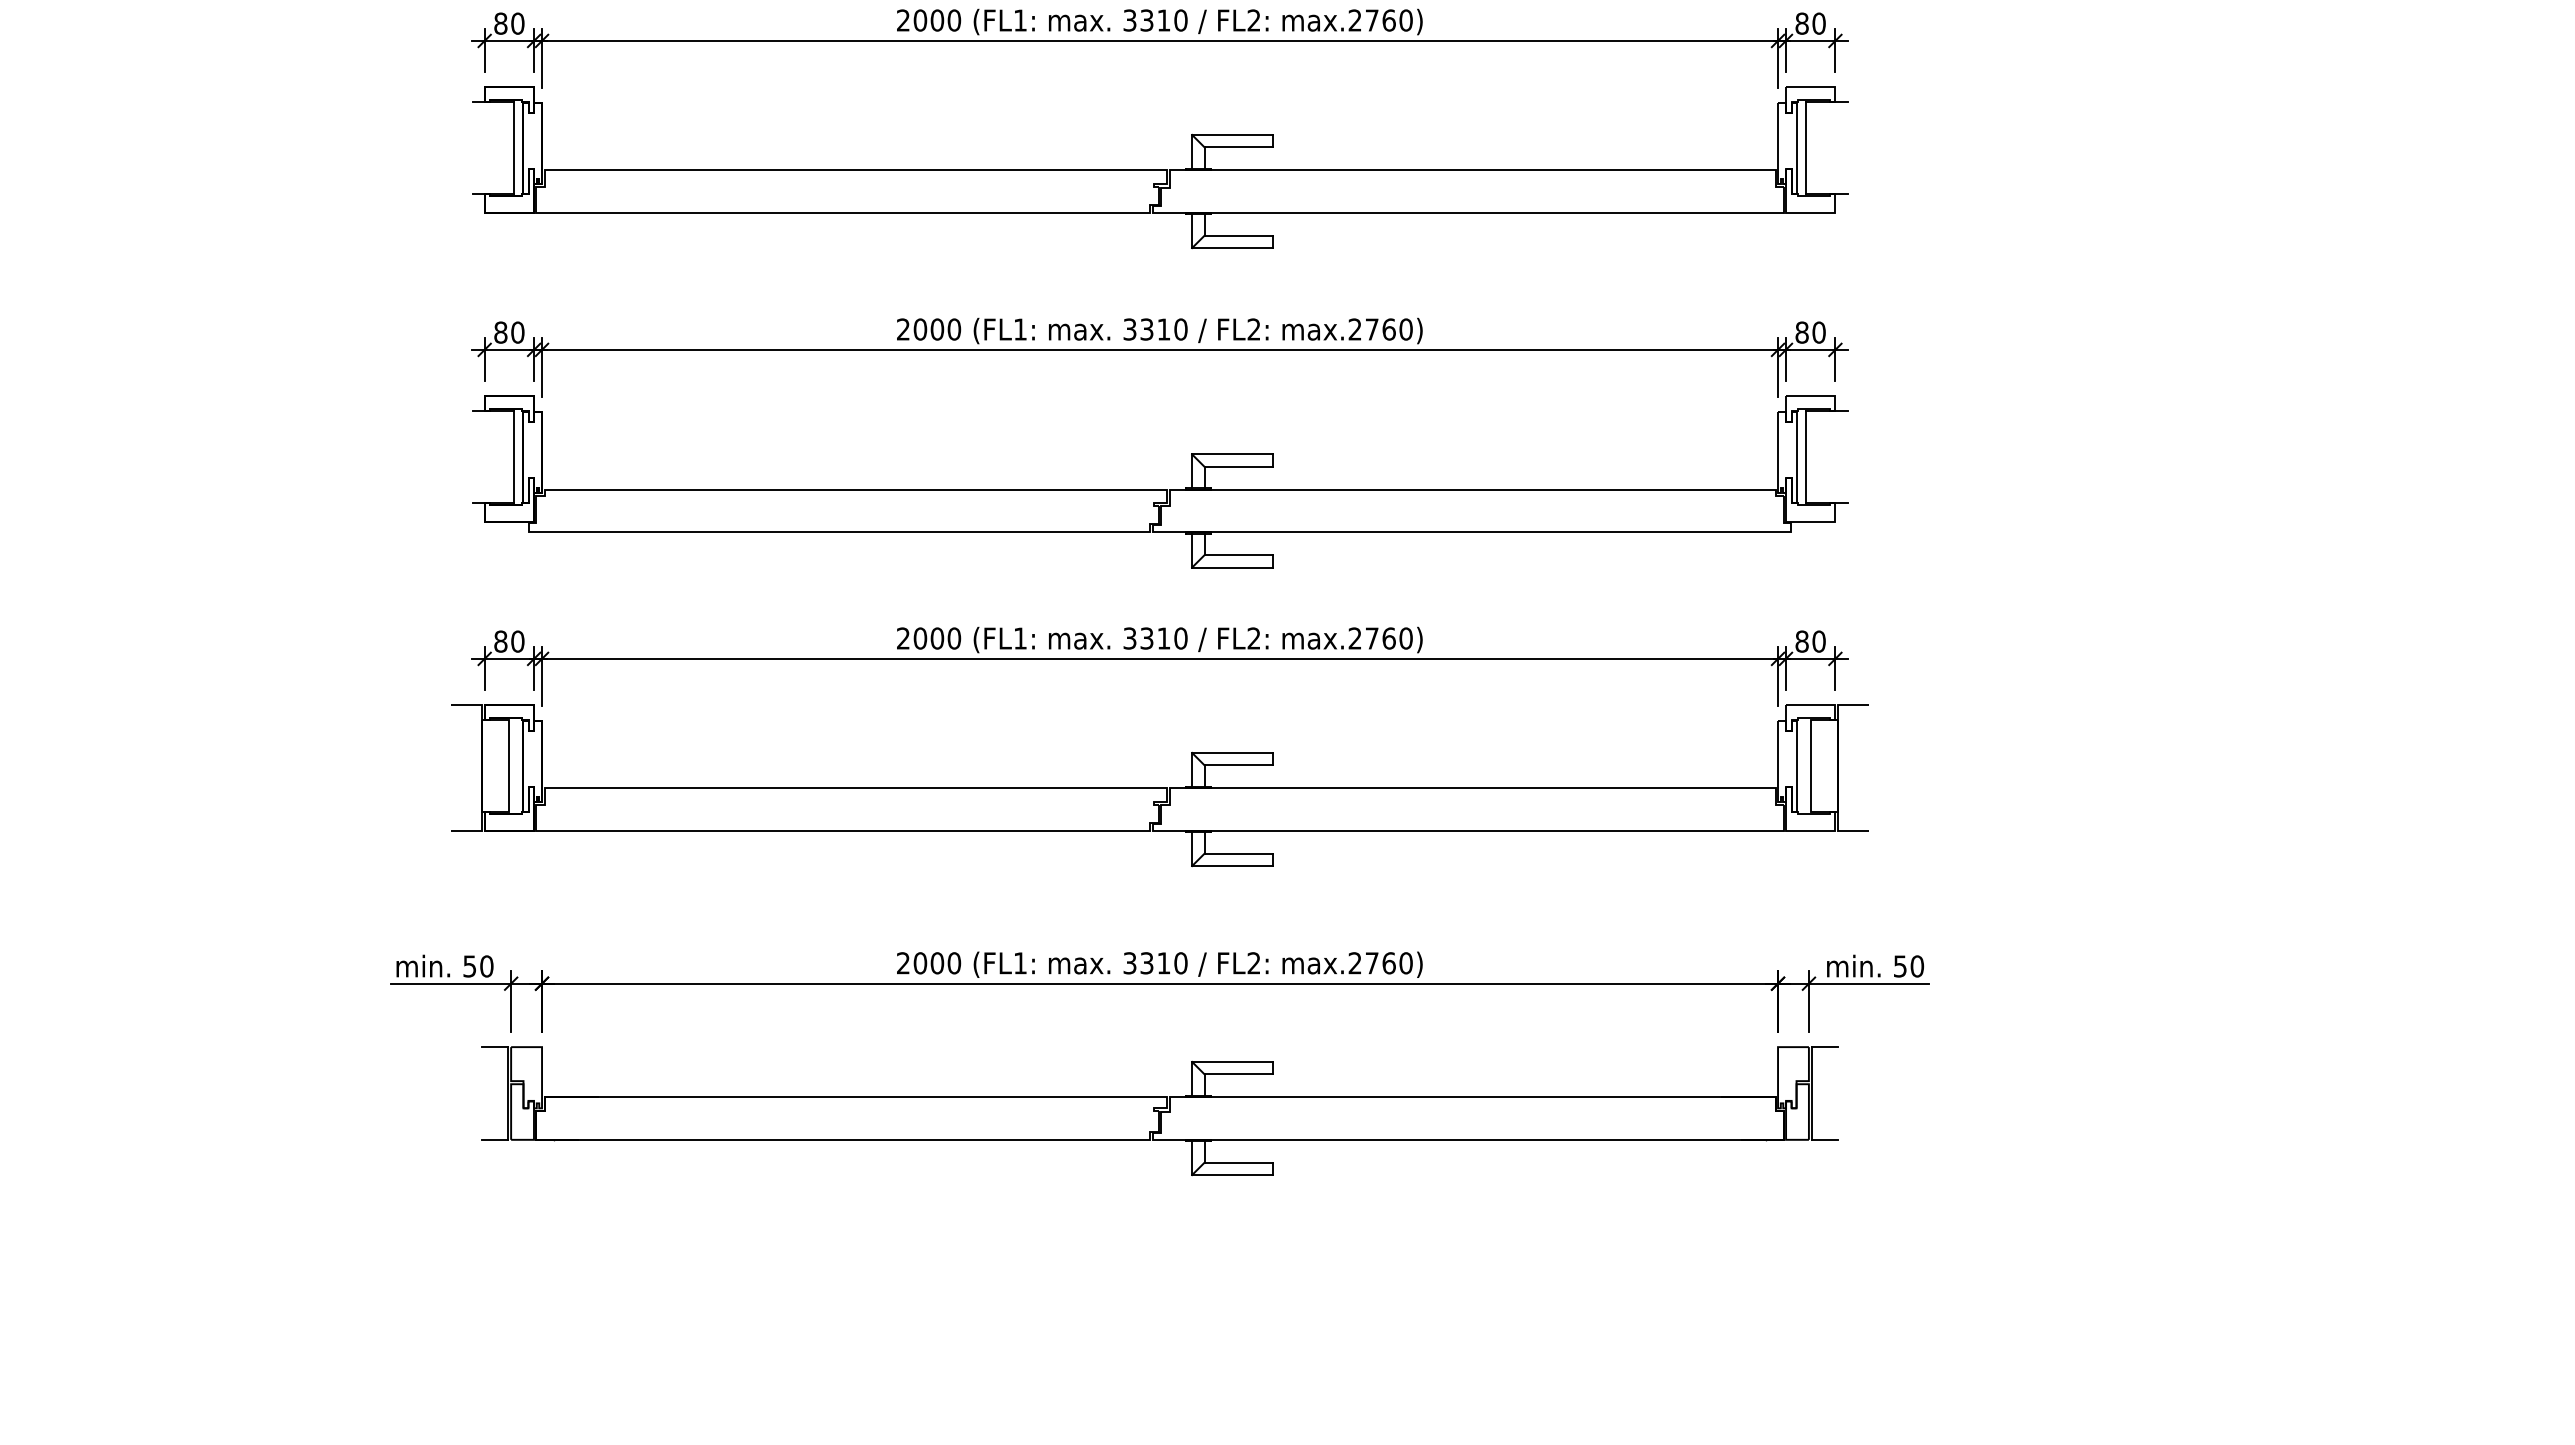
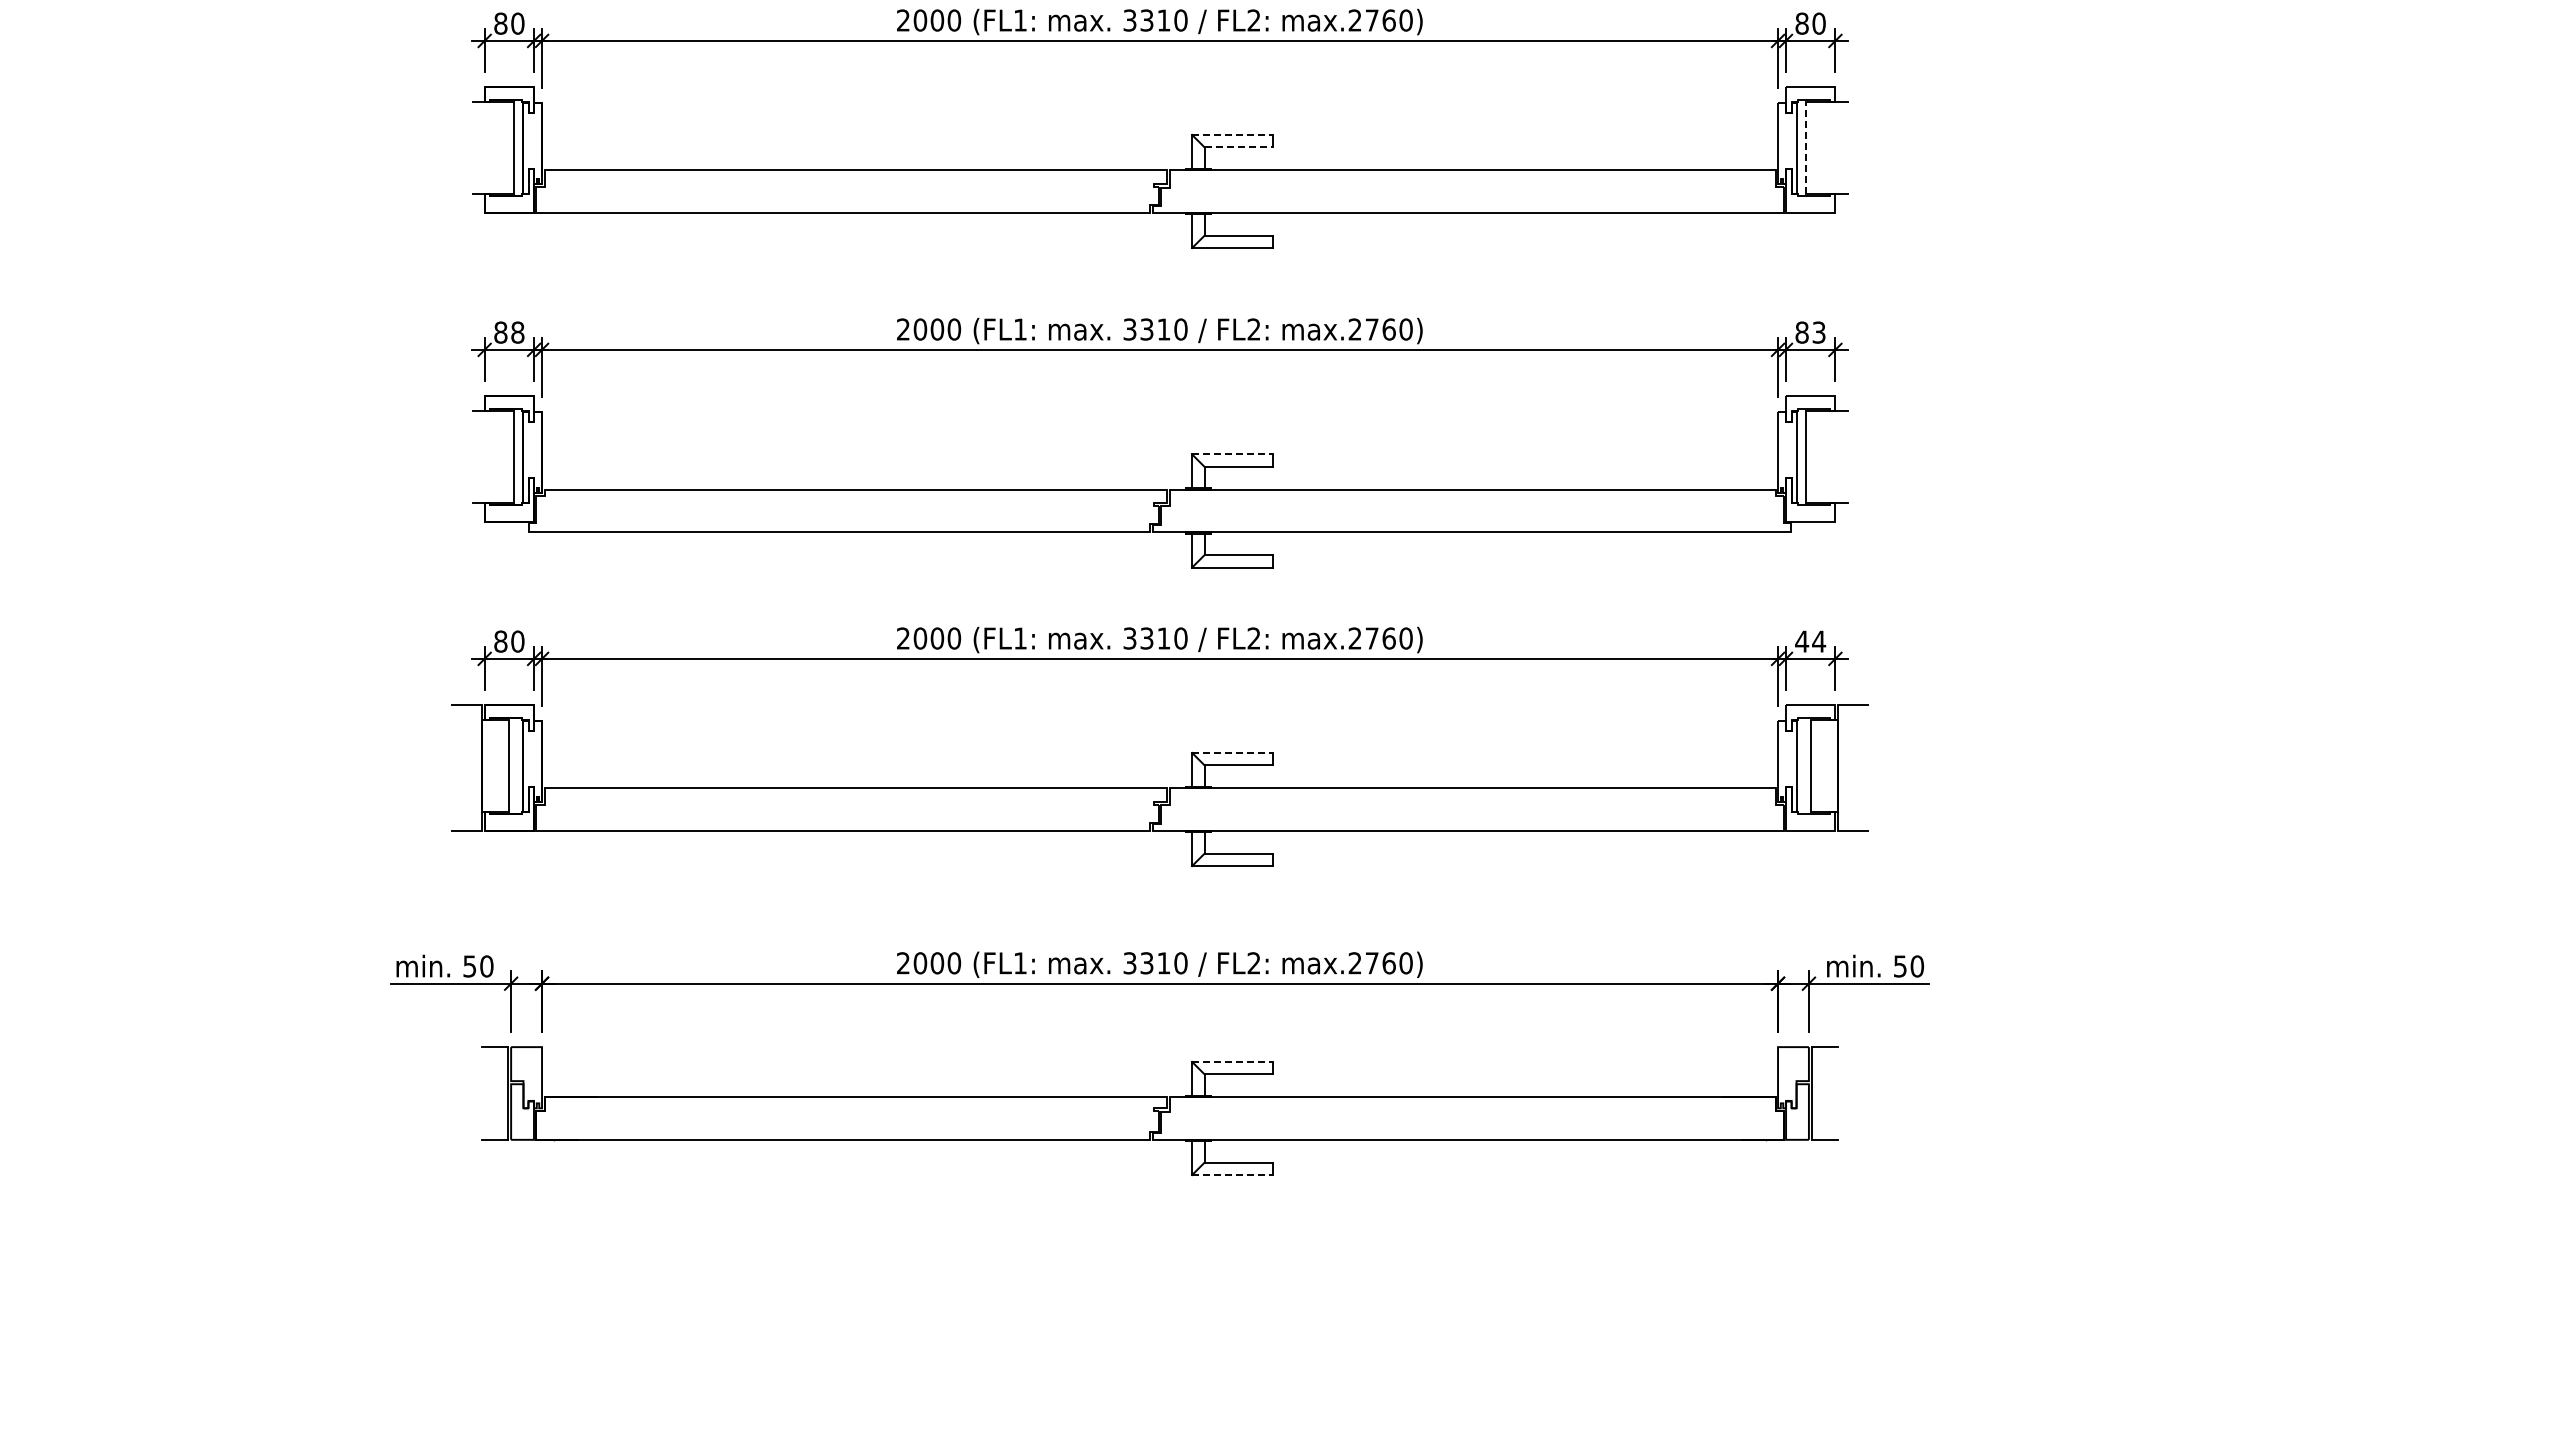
line at (1232, 134): solid -> dashed
line at (1238, 147): solid -> dashed
line at (1805, 147): solid -> dashed
text at (517, 332): 80 -> 88
text at (1818, 332): 80 -> 83
line at (1232, 454): solid -> dashed
text at (1810, 641): 80 -> 44
line at (1232, 752): solid -> dashed
line at (1232, 1061): solid -> dashed
line at (1232, 1175): solid -> dashed
